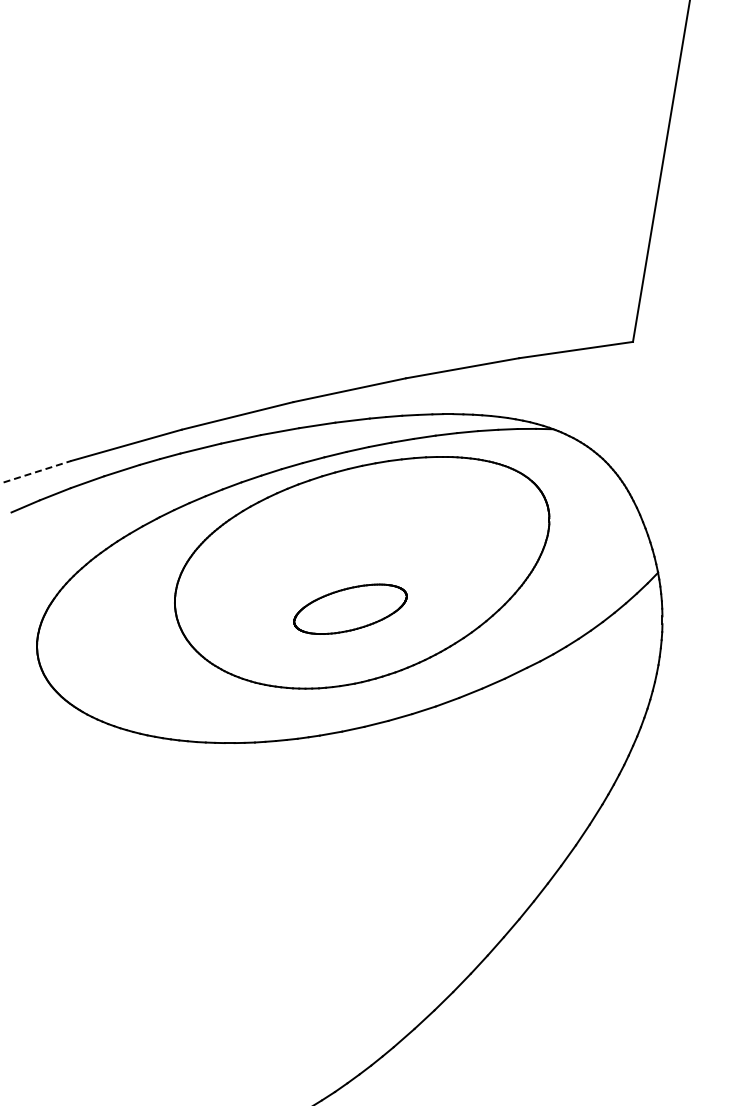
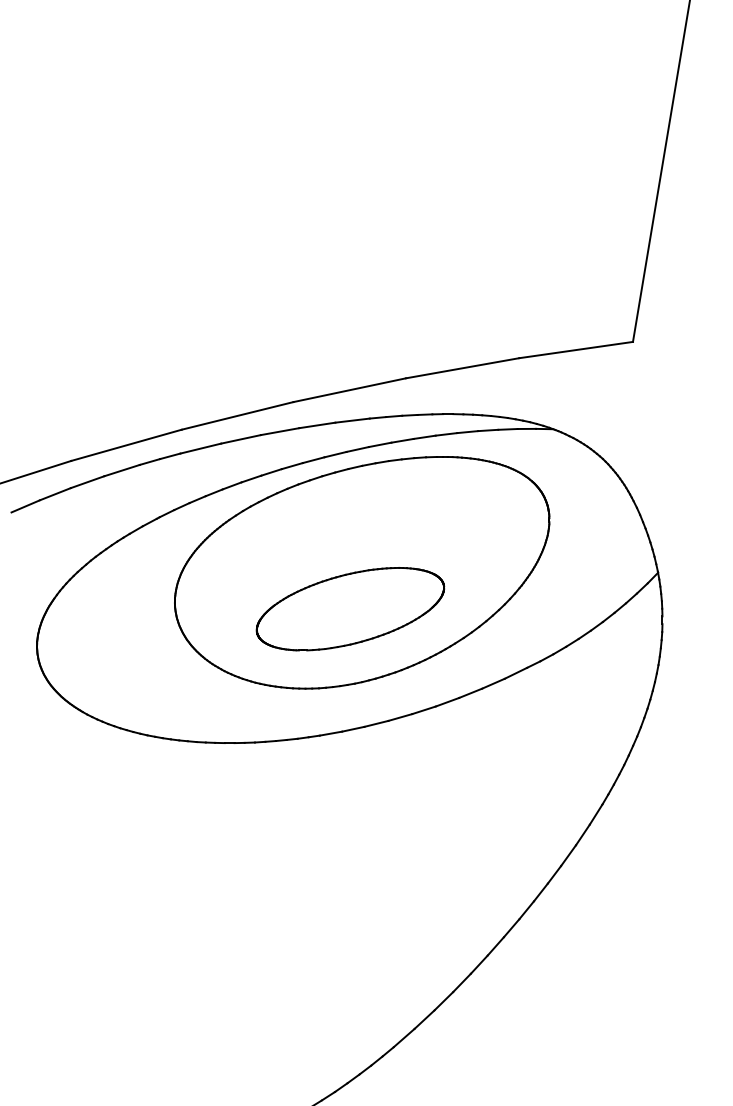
line at (35, 472): dashed -> solid
part at (350, 608) size: 115x52 px -> 191x85 px
